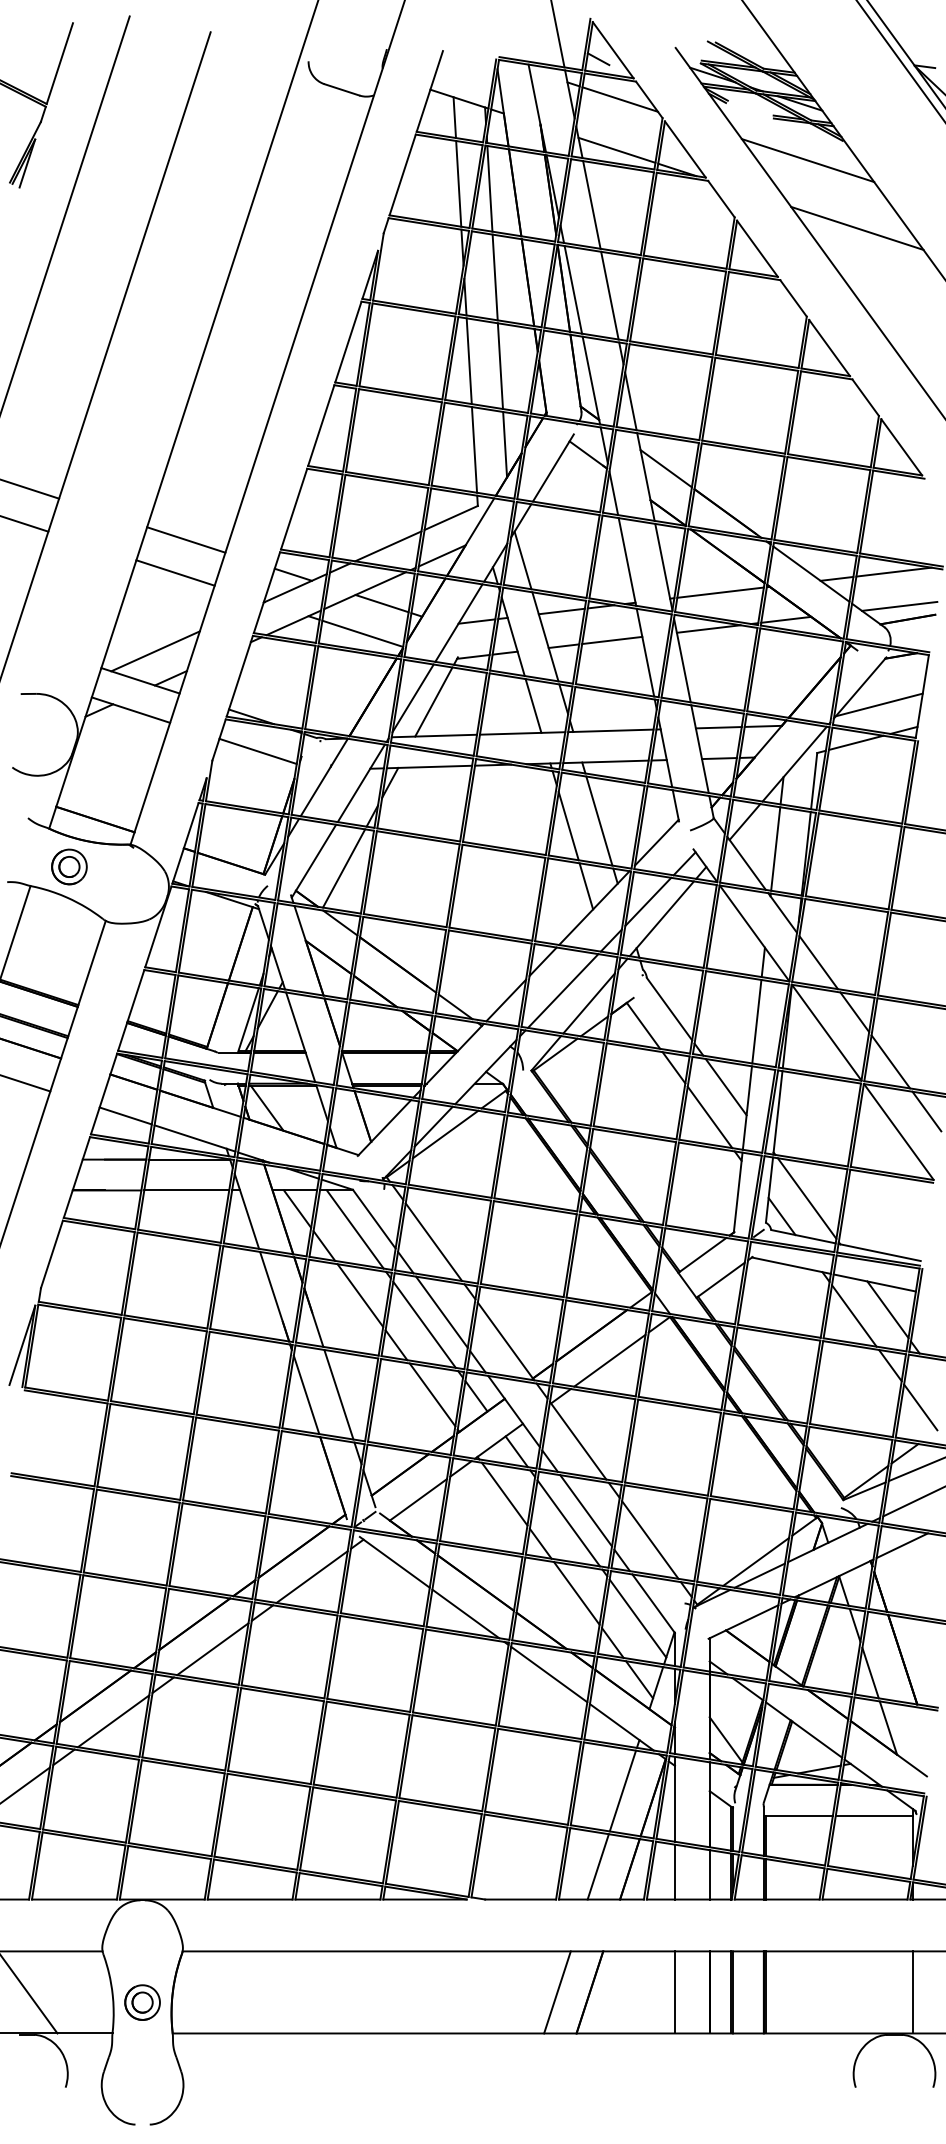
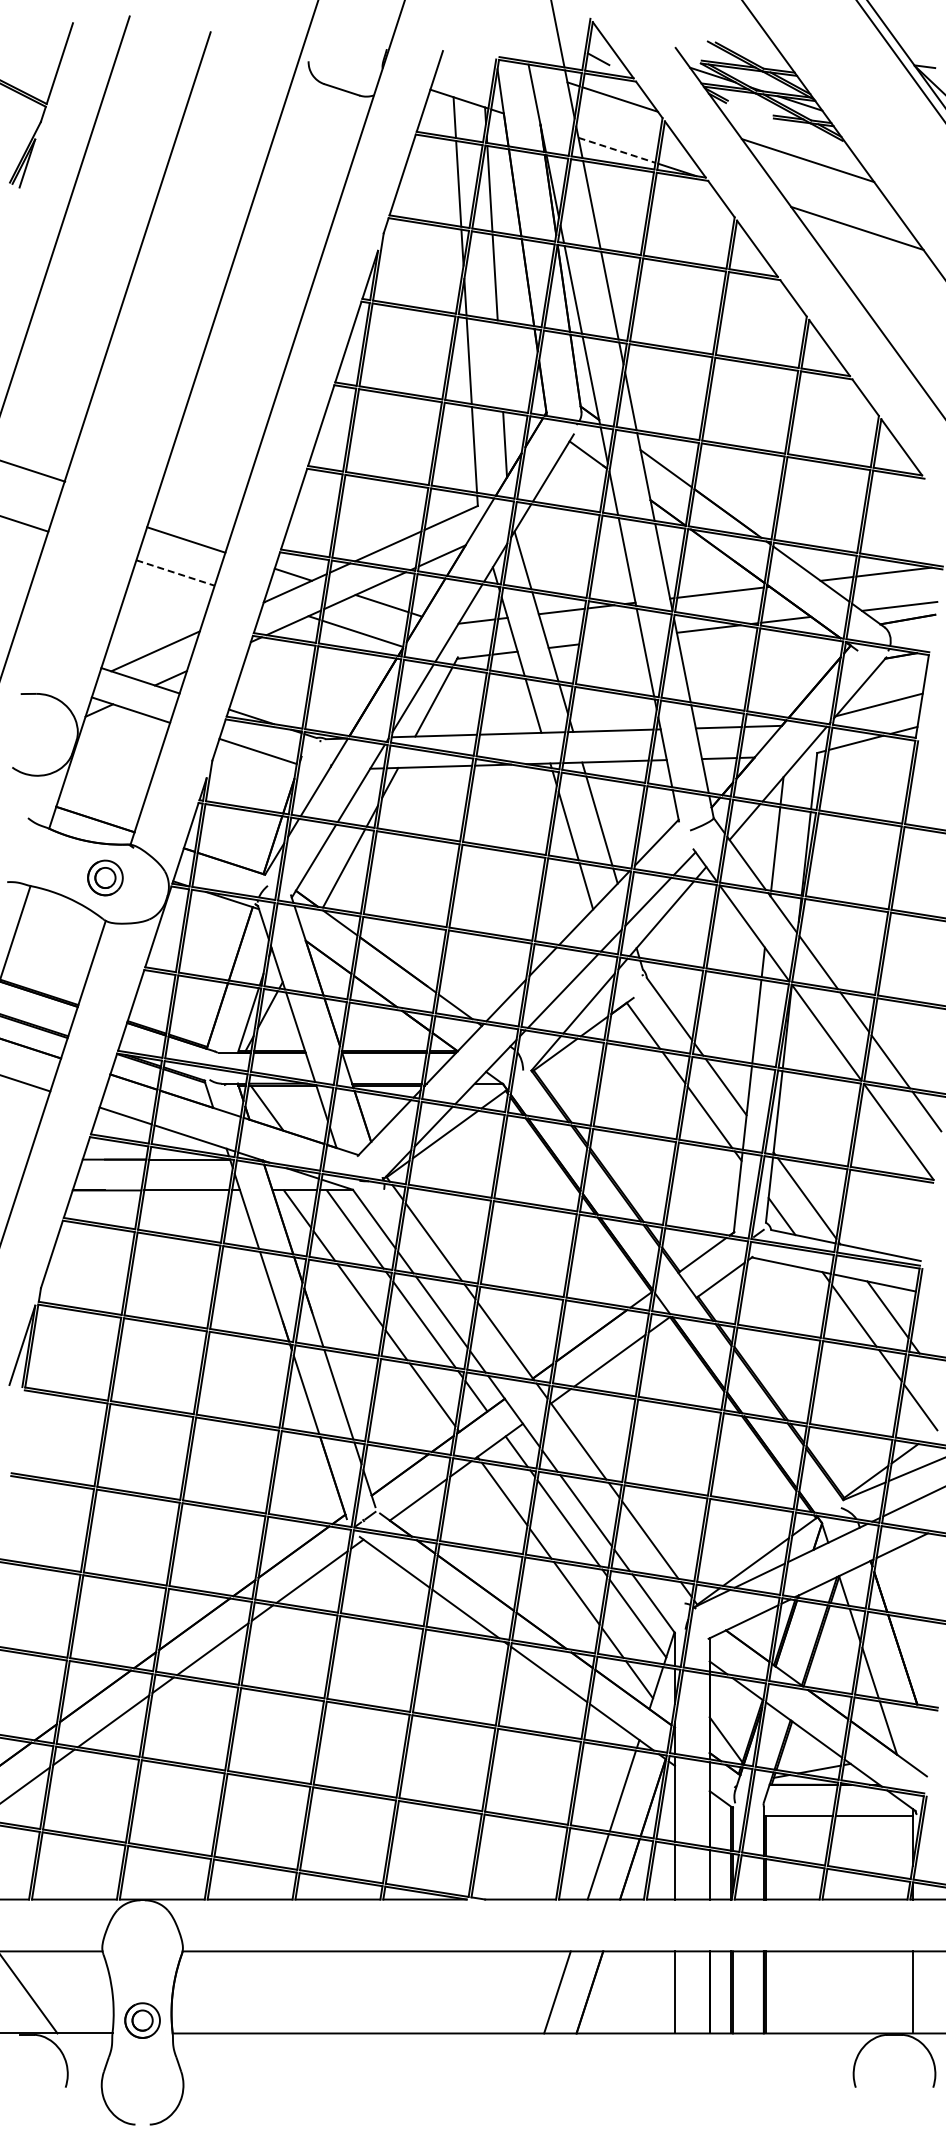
line at (617, 150): solid -> dashed
line at (499, 366): present -> none
line at (30, 489) position: (30, 489) -> (33, 471)
line at (176, 573): solid -> dashed
line at (612, 640): present -> none
part at (69, 866) position: (69, 866) -> (105, 877)
part at (142, 2002) position: (142, 2002) -> (142, 2020)
